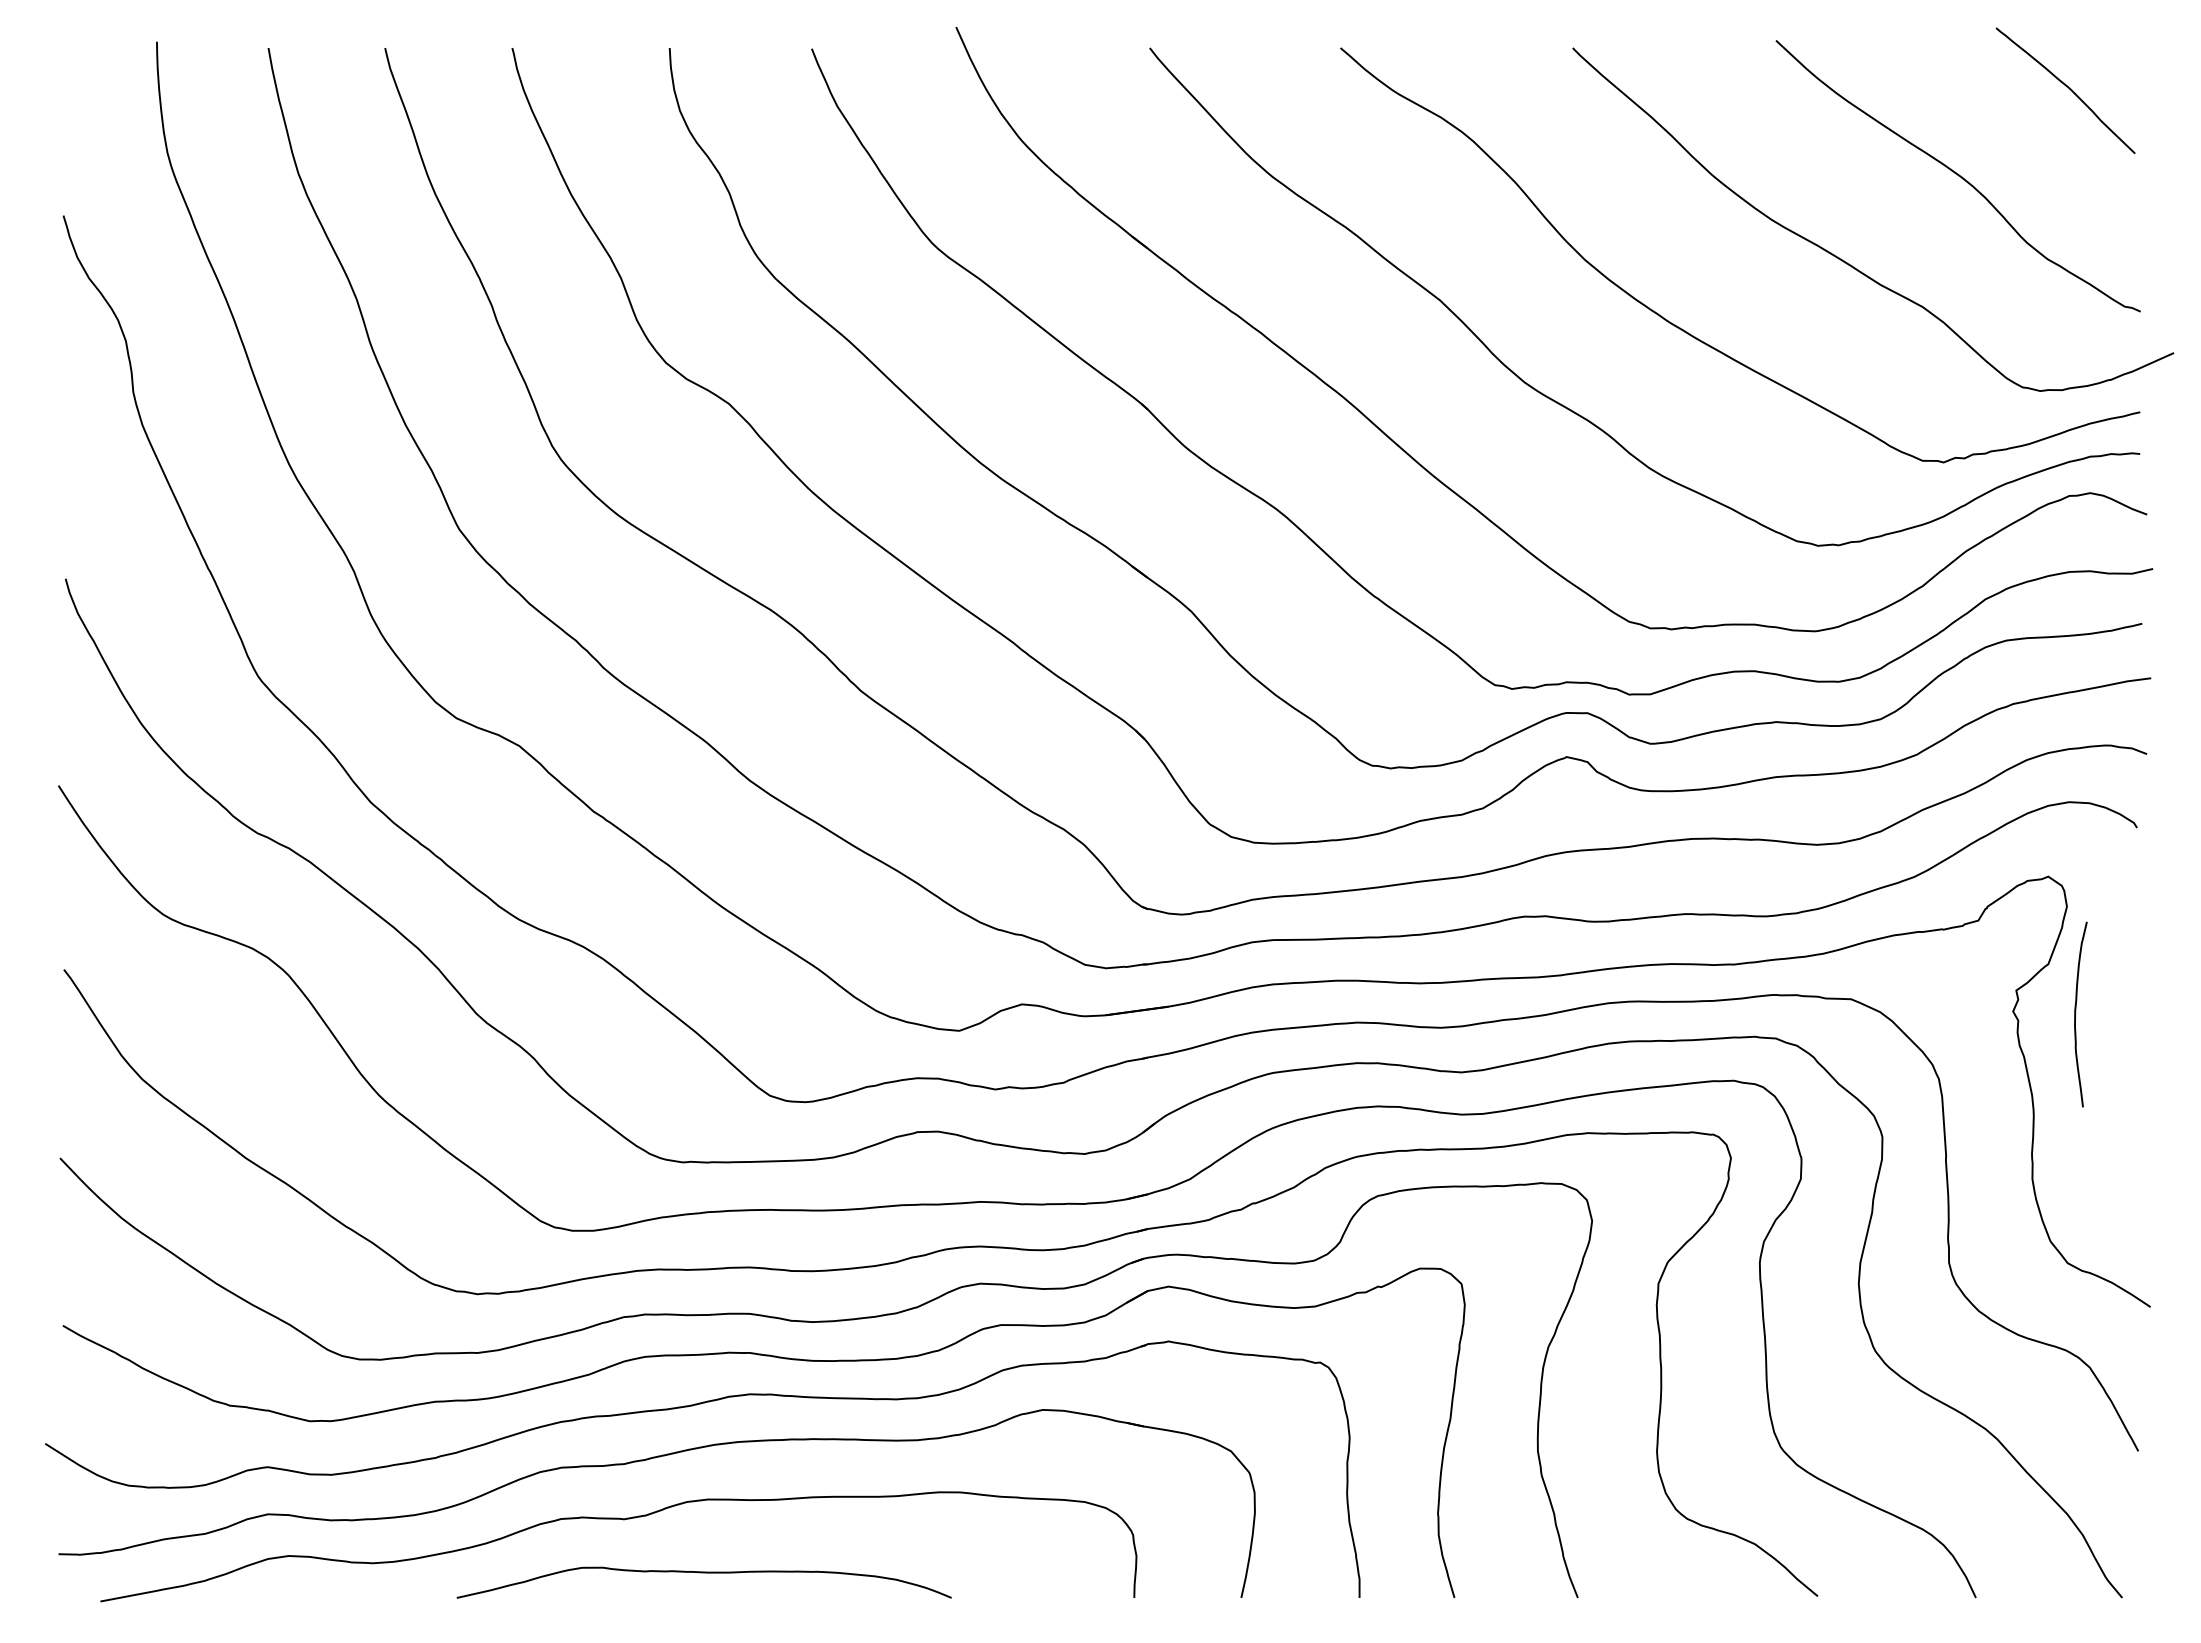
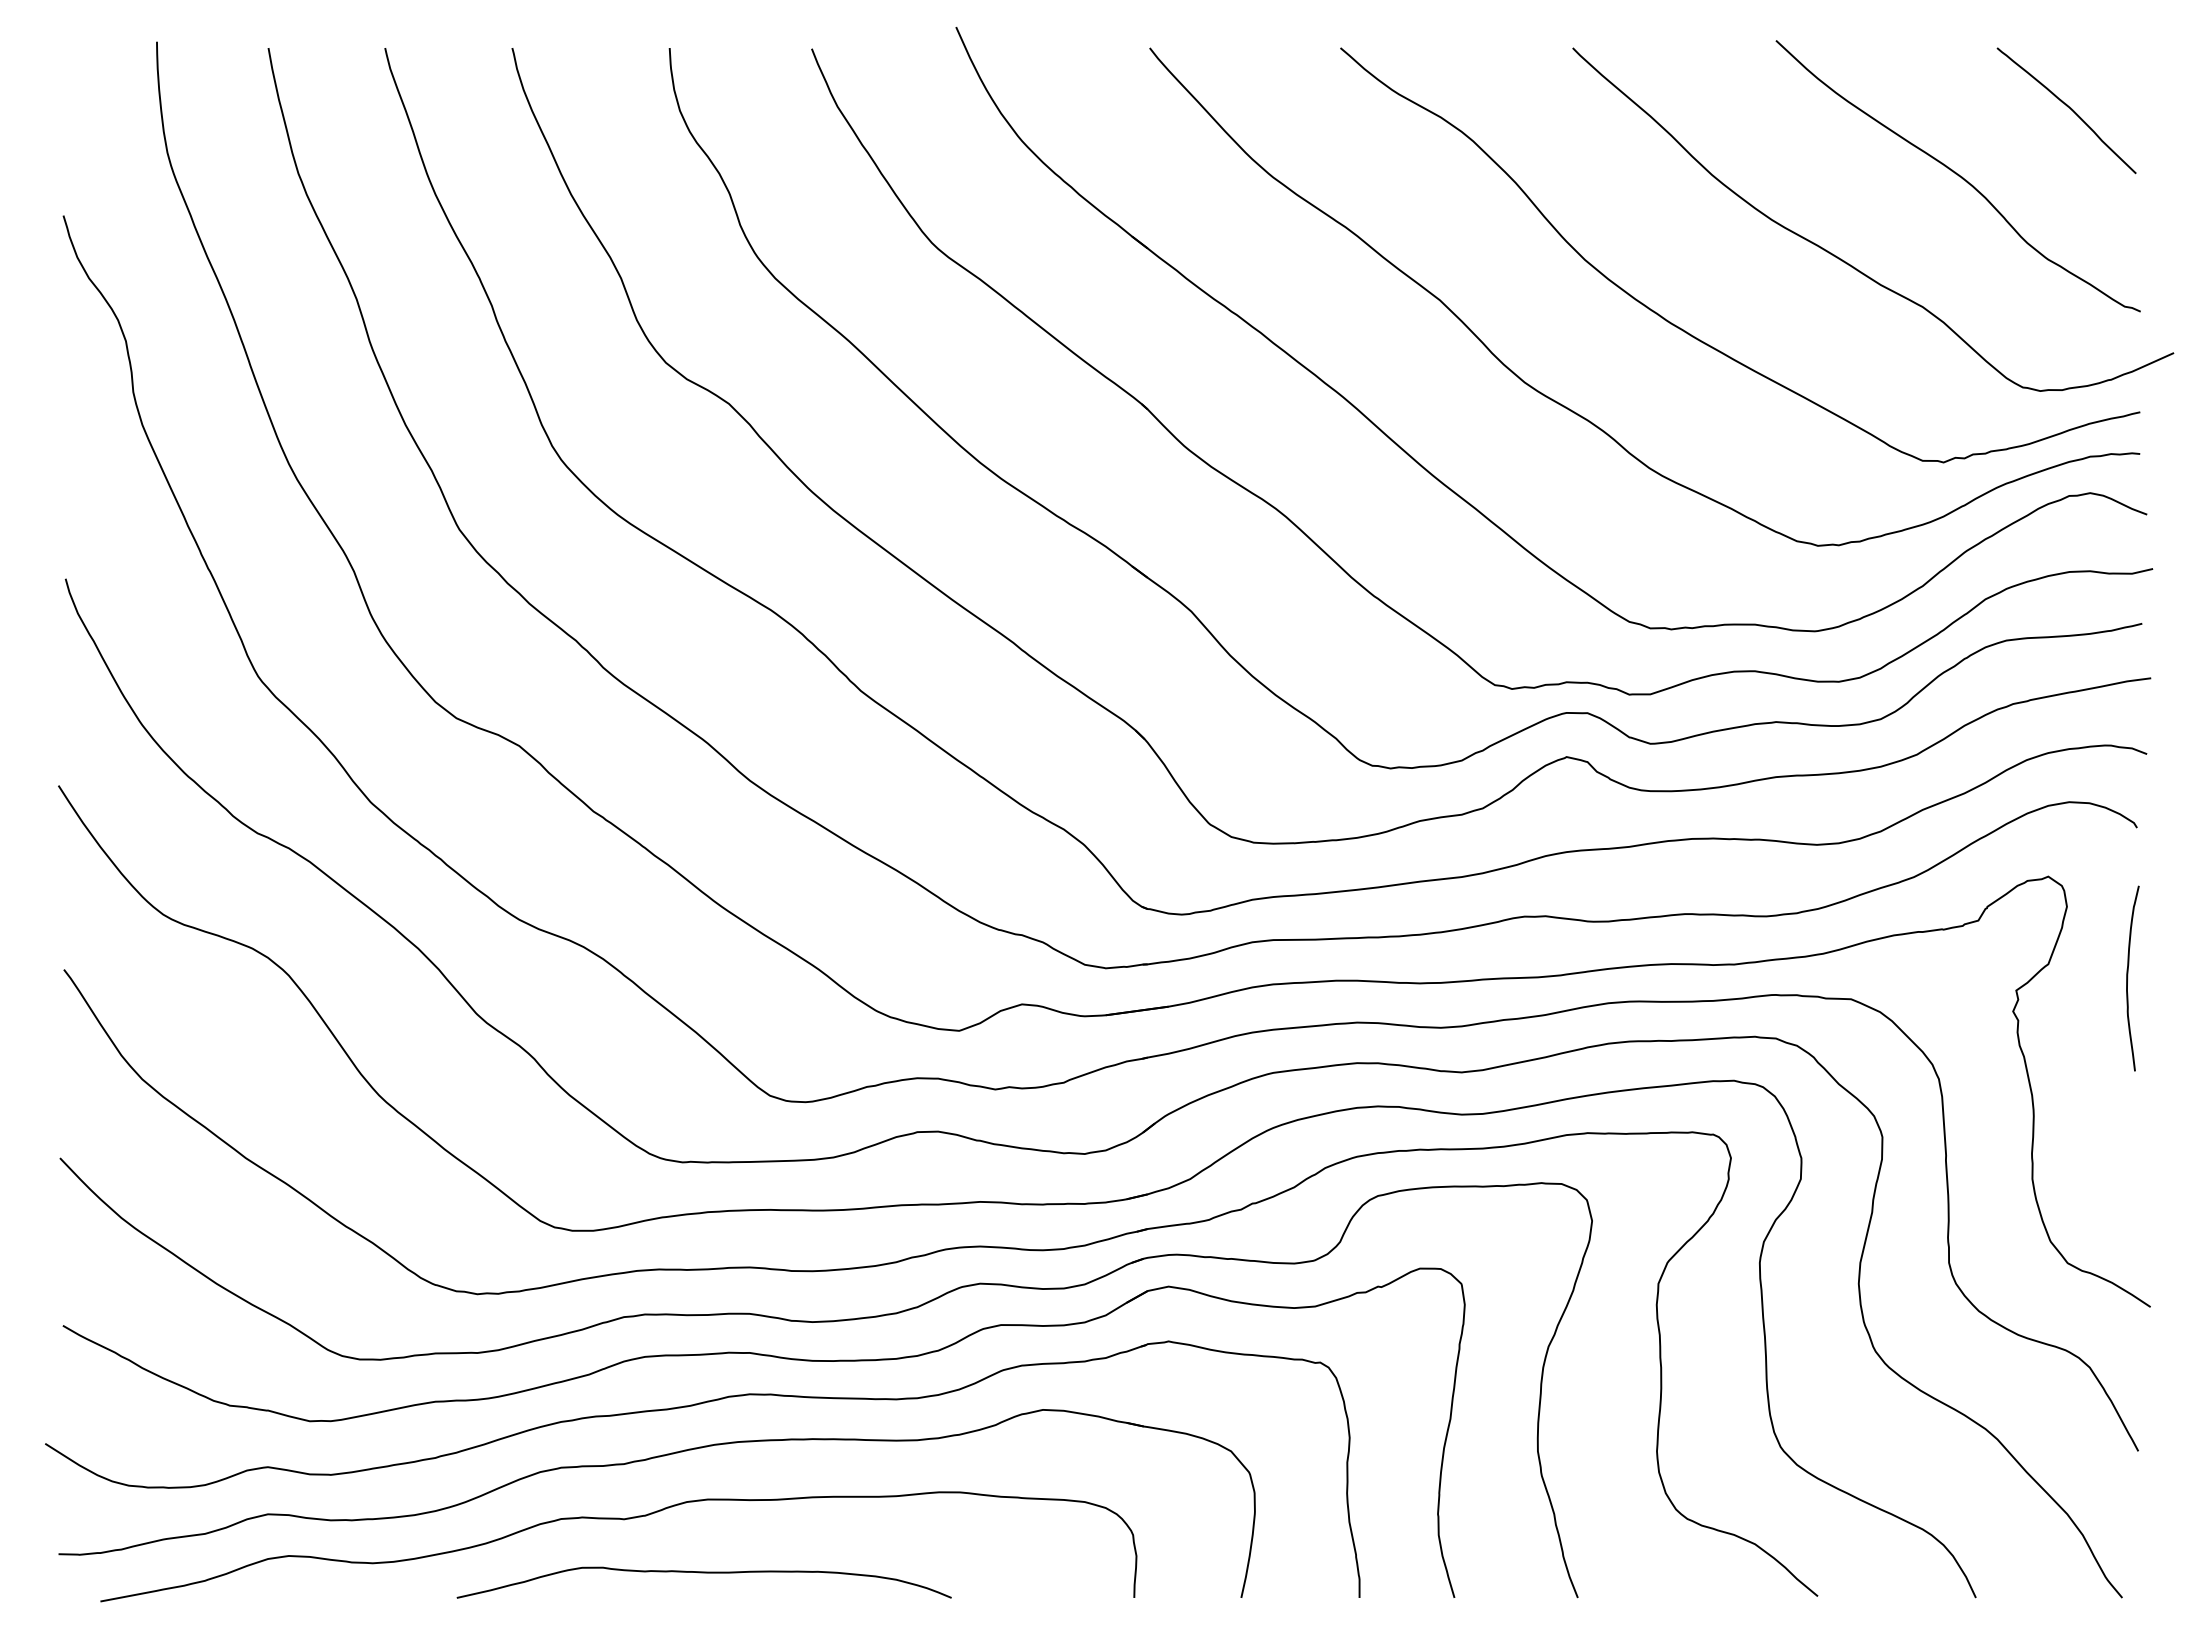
curve at (2066, 87) position: (2066, 87) -> (2067, 107)
curve at (2076, 1014) position: (2076, 1014) -> (2128, 978)
